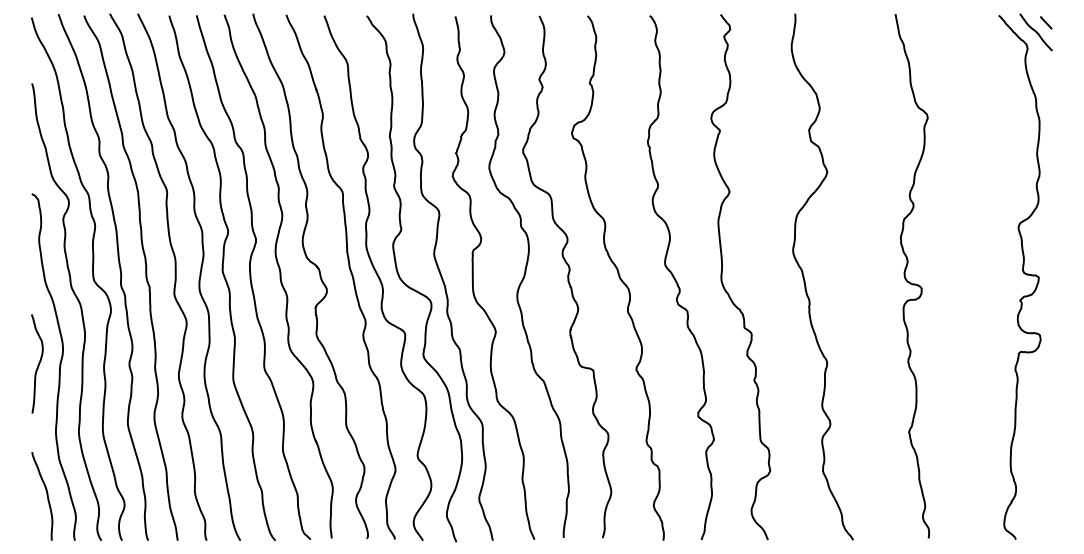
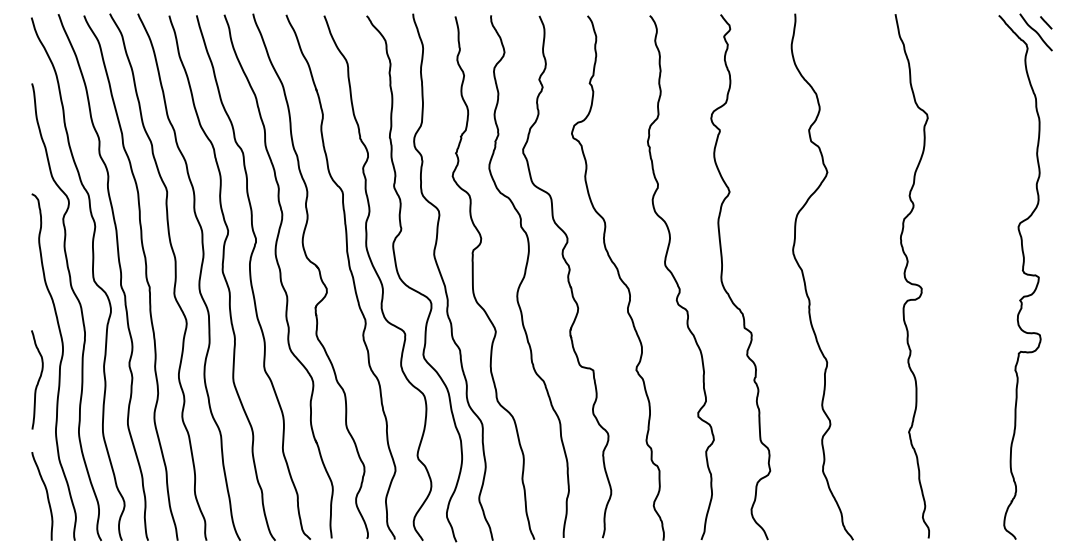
curve at (38, 363) position: (38, 363) -> (38, 379)
